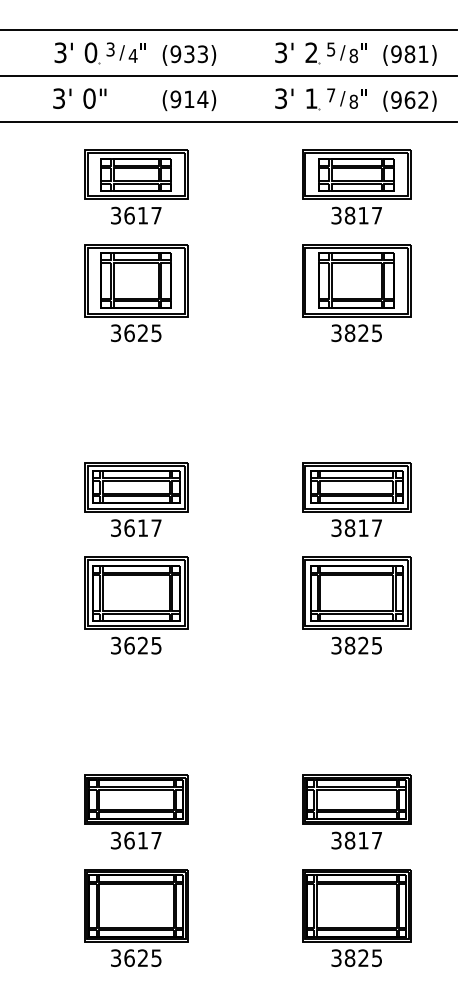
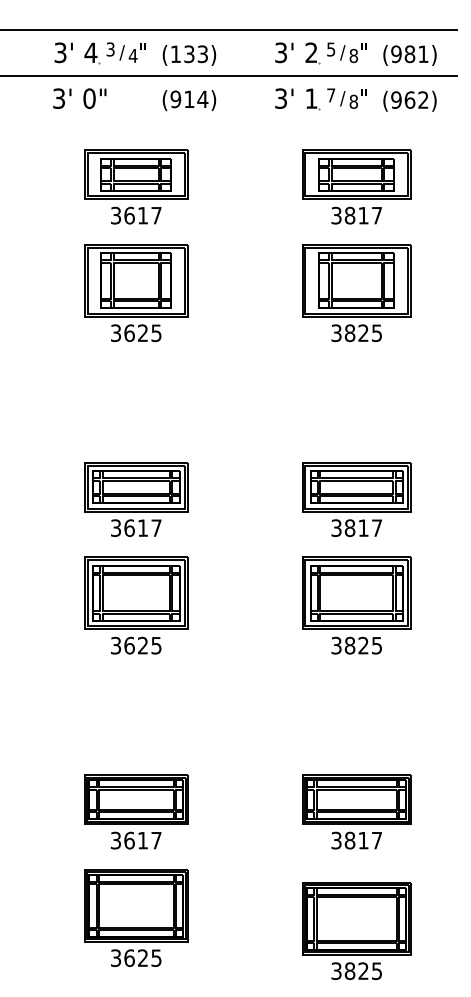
text at (90, 52): 0 -> 4
text at (175, 54): (933) -> (133)
line at (229, 121): present -> none
part at (356, 917) position: (356, 917) -> (356, 930)
